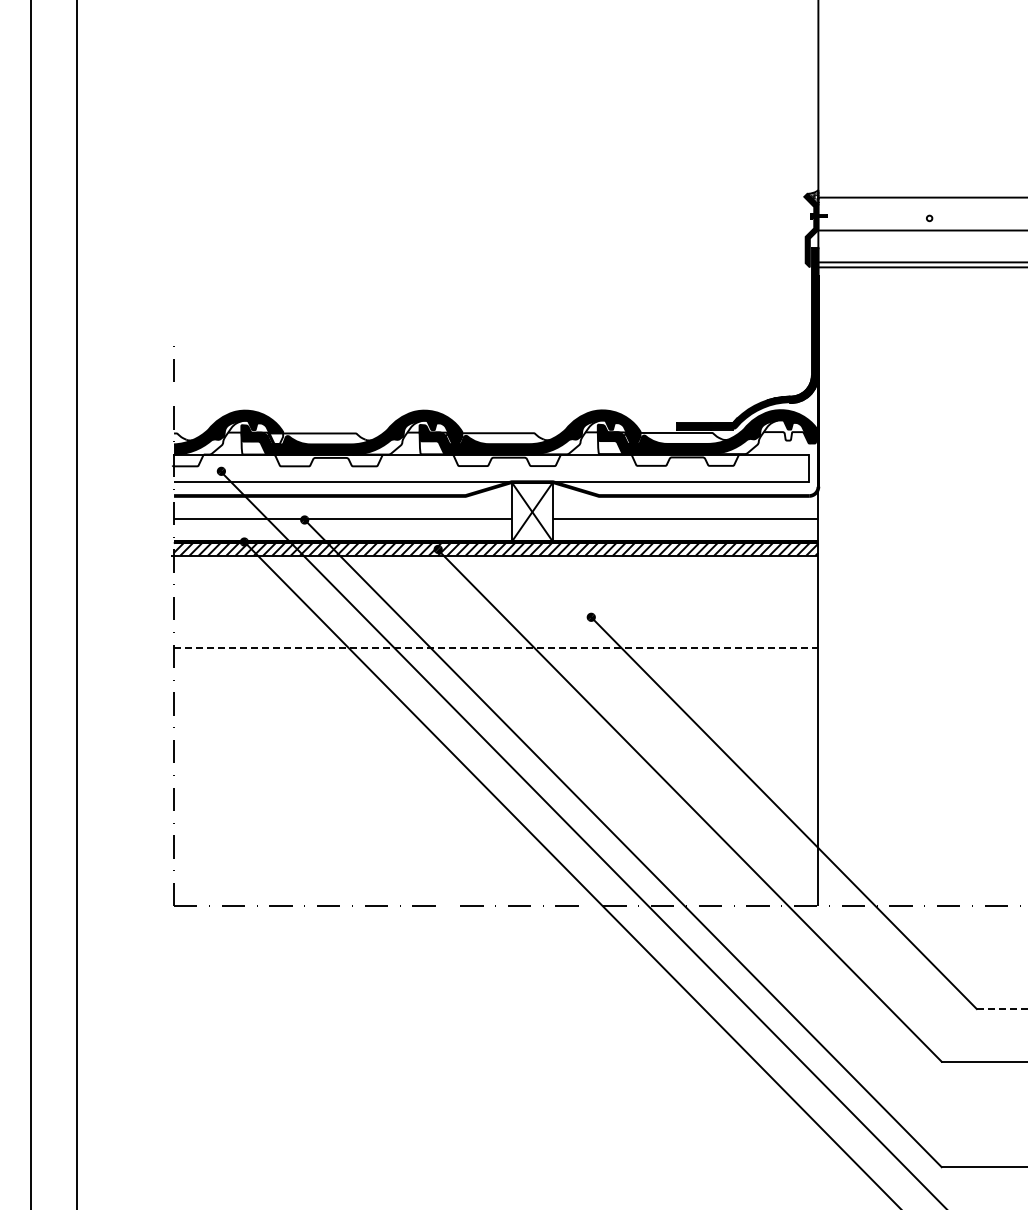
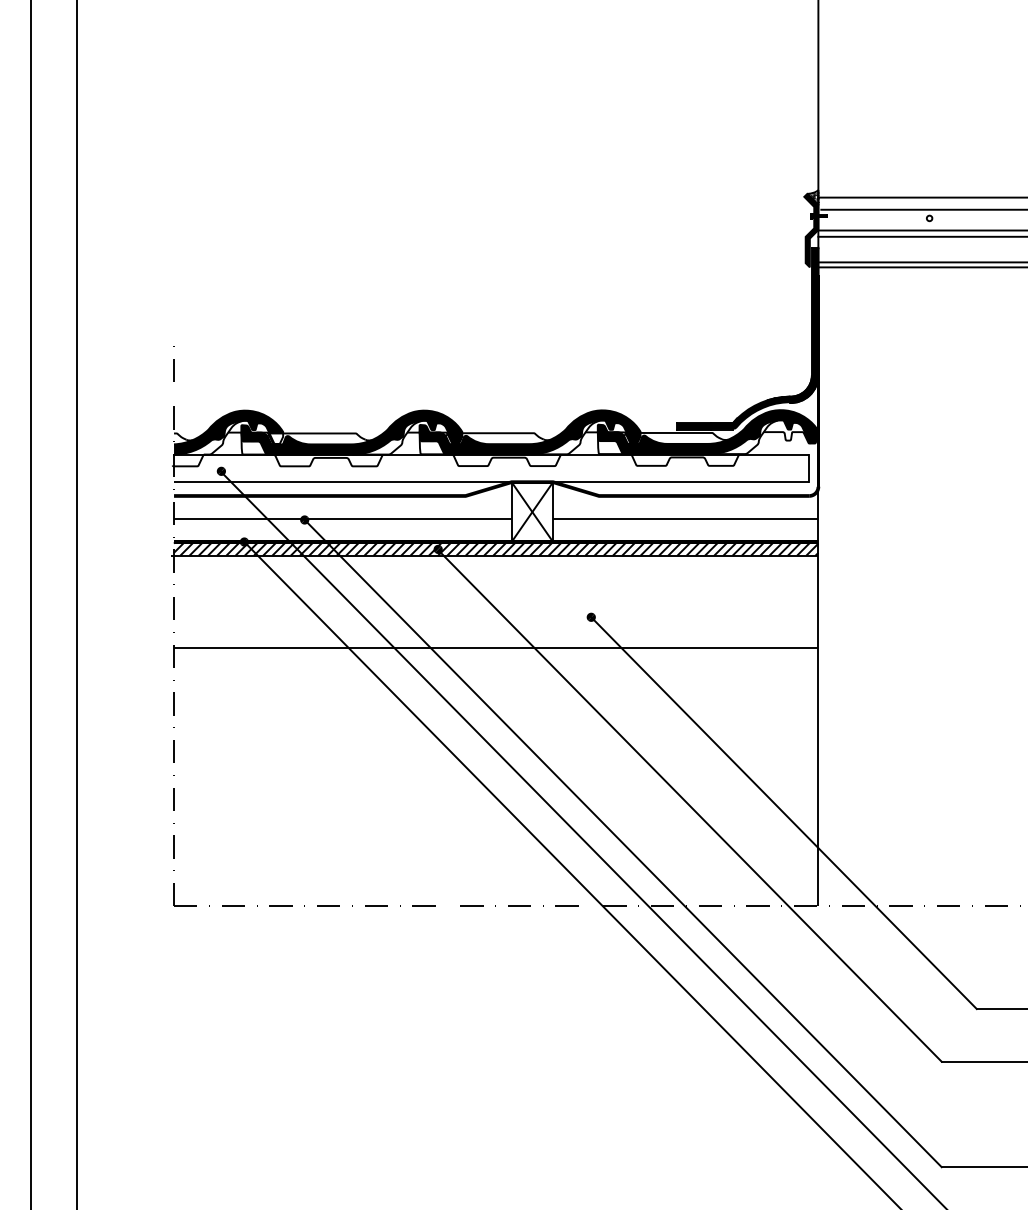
line at (922, 209): none -> present
line at (921, 236): none -> present
line at (496, 647): dashed -> solid
line at (1002, 1009): dashed -> solid
